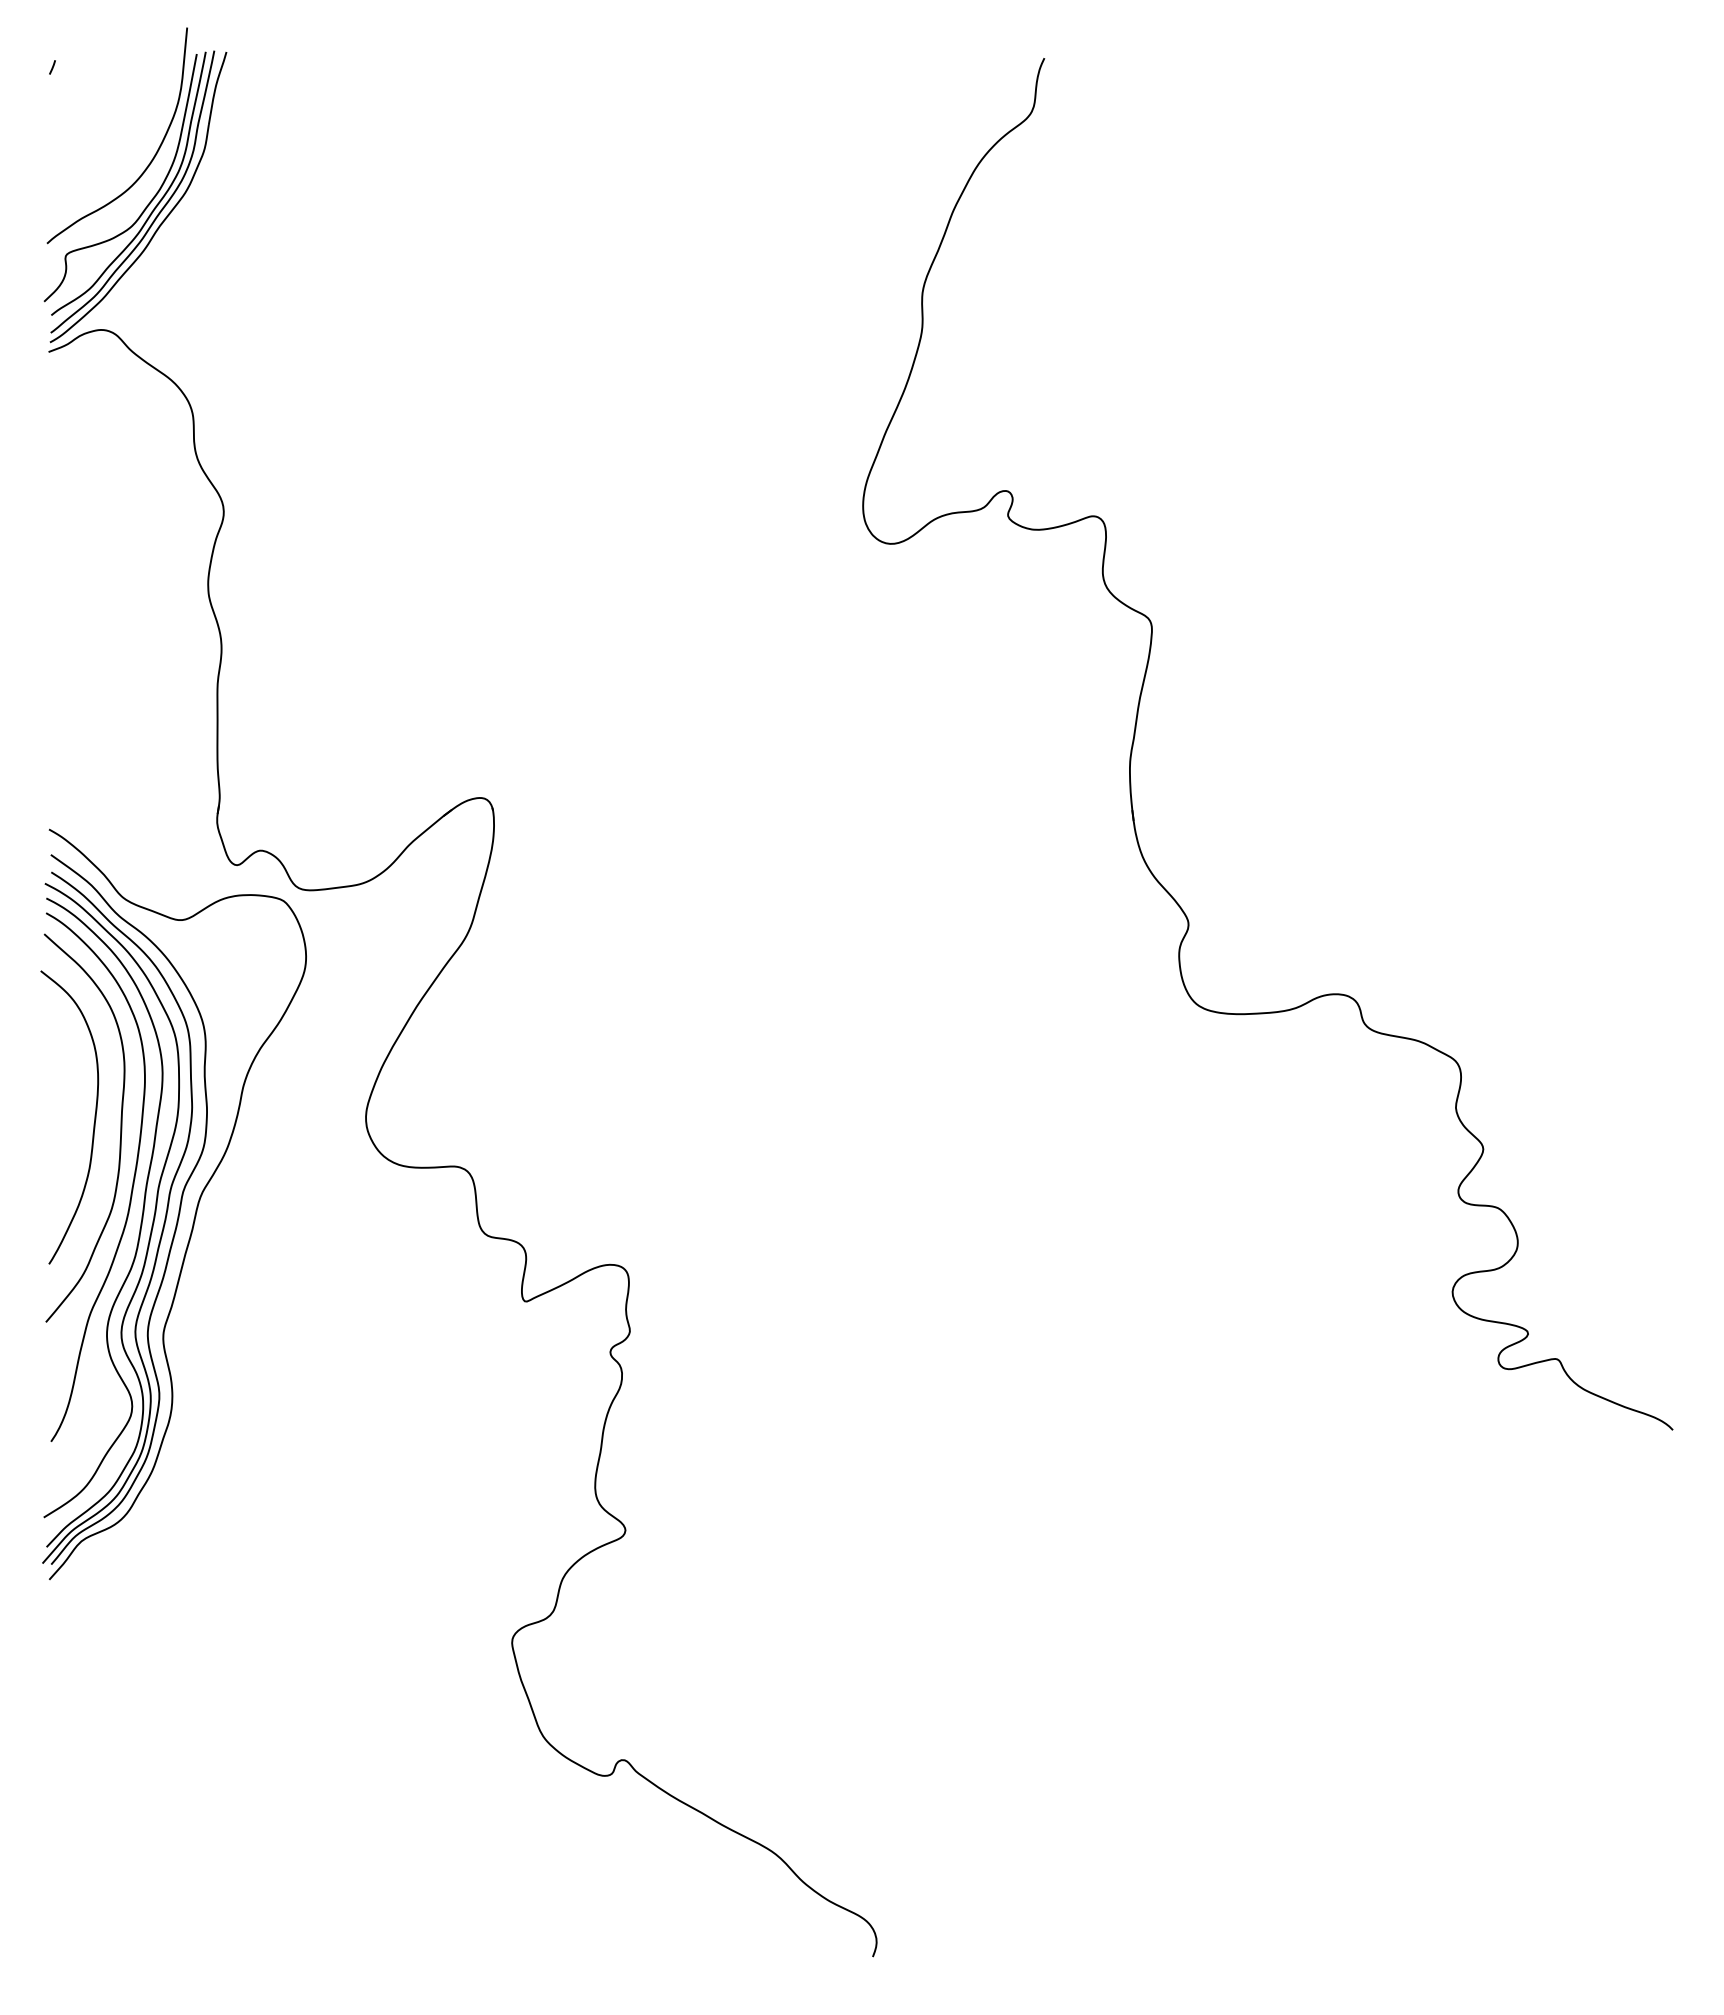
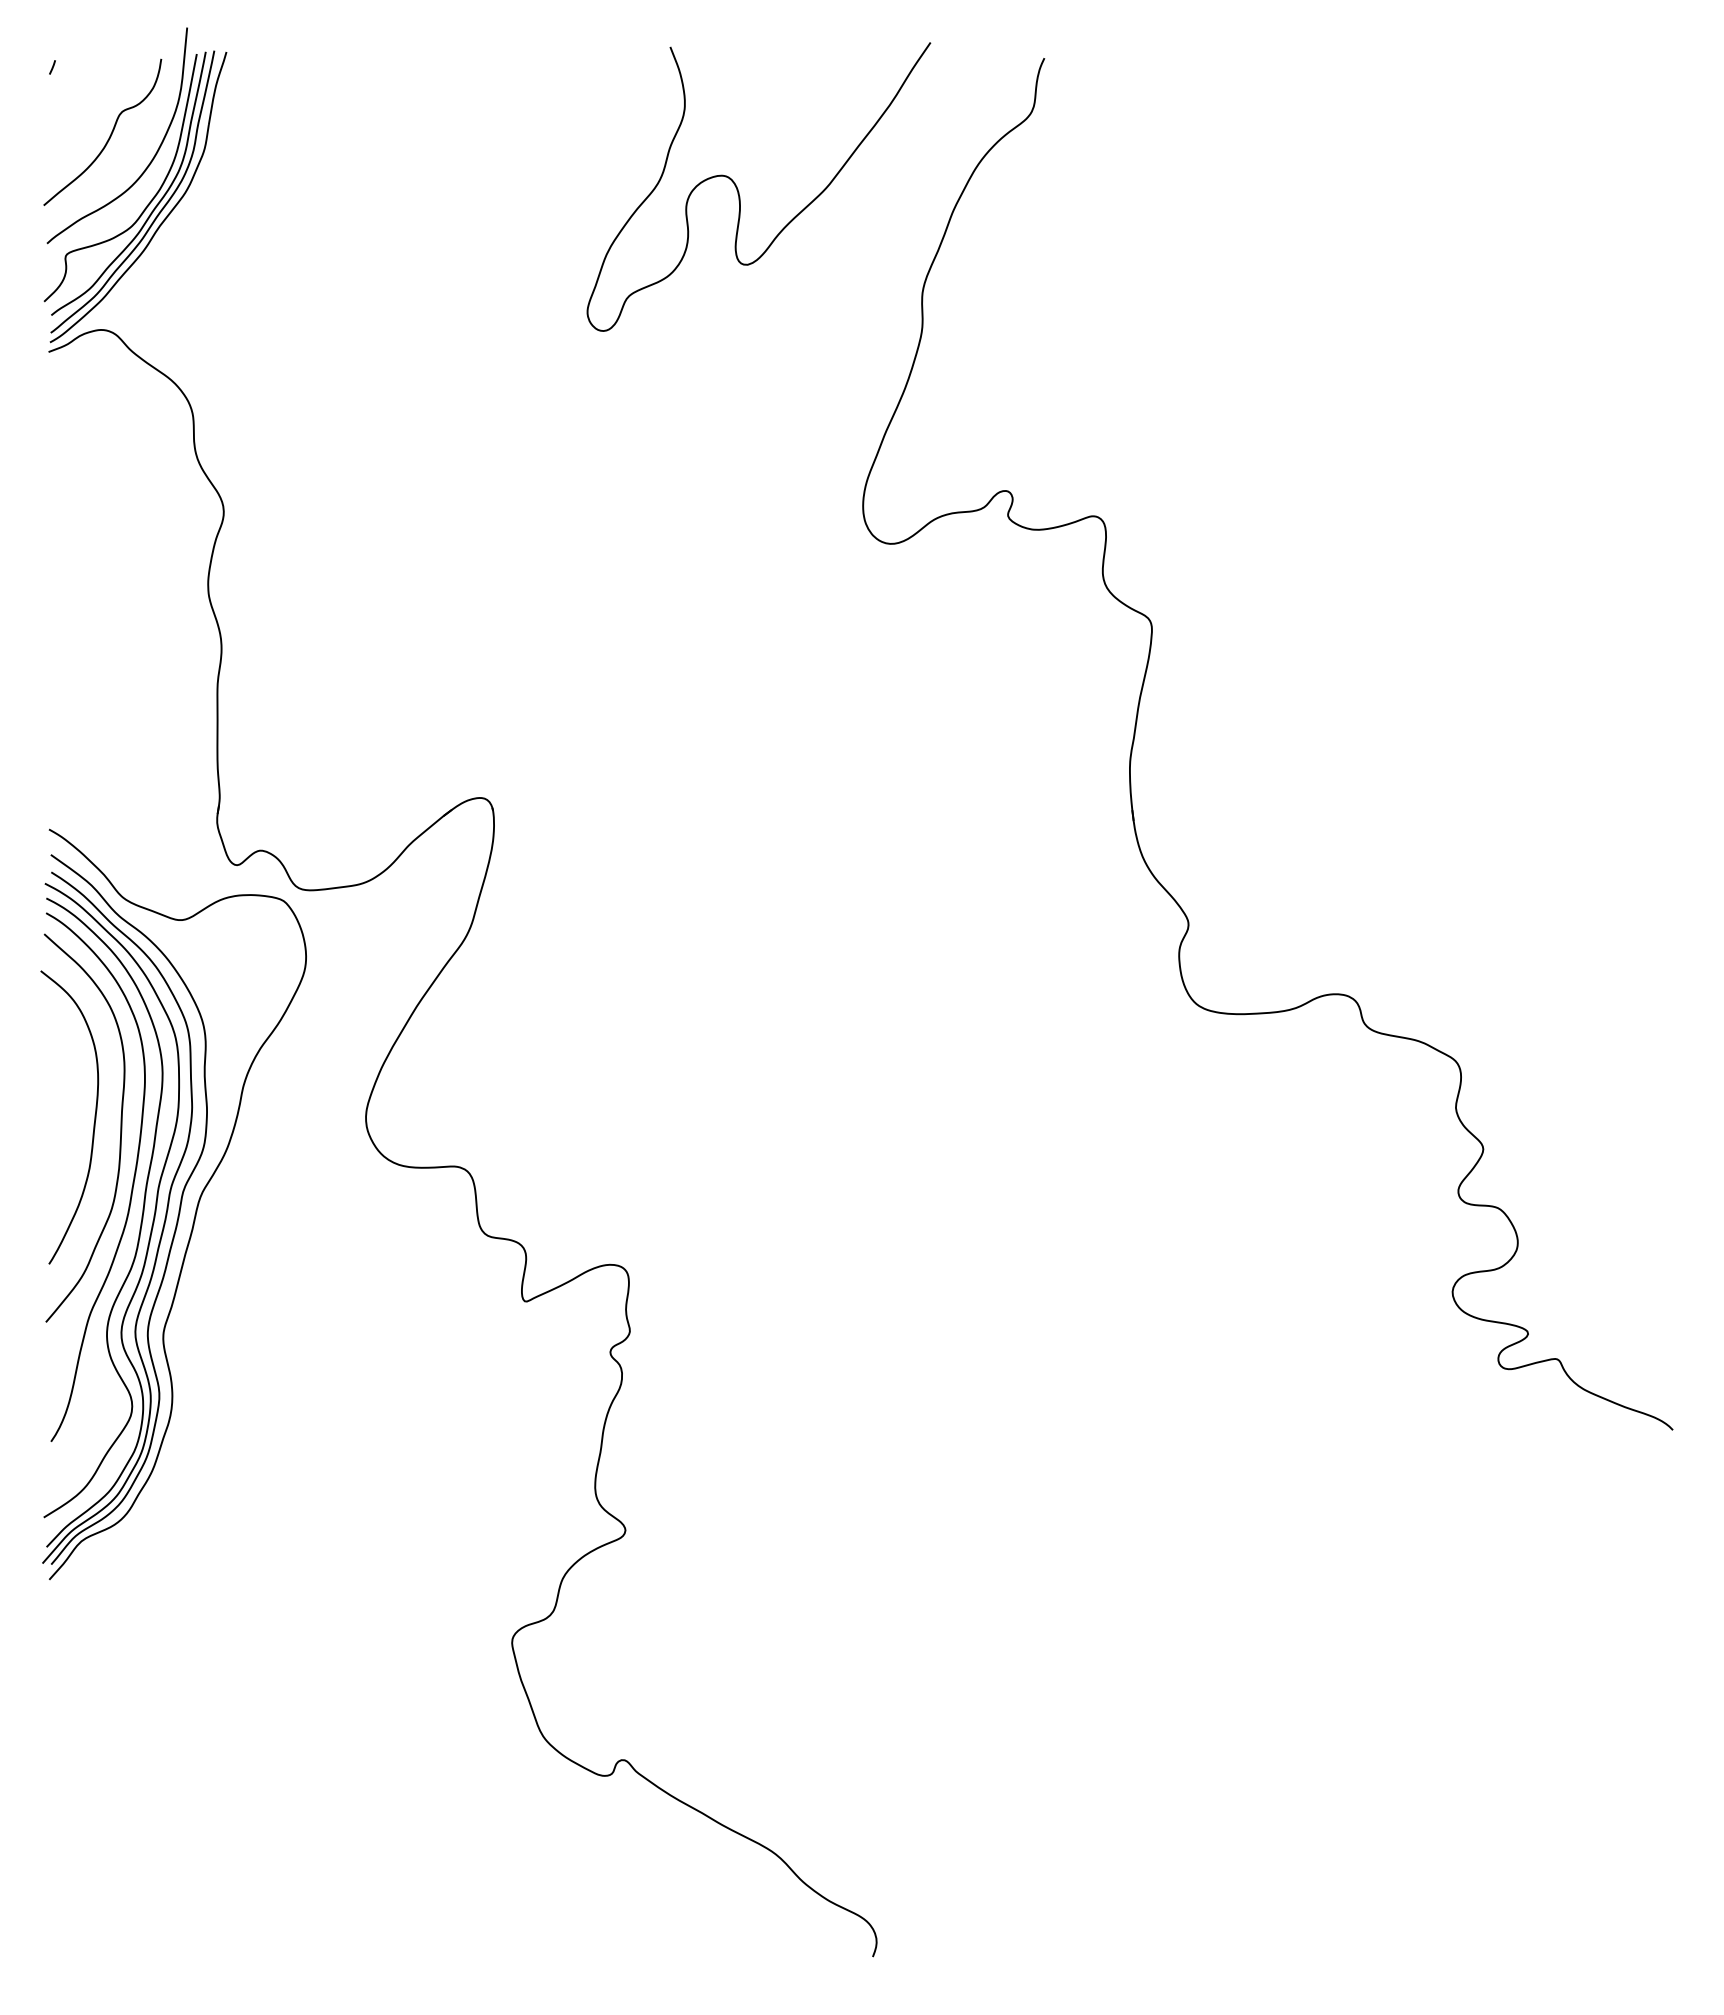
curve at (109, 135): none -> present
curve at (739, 192): none -> present
